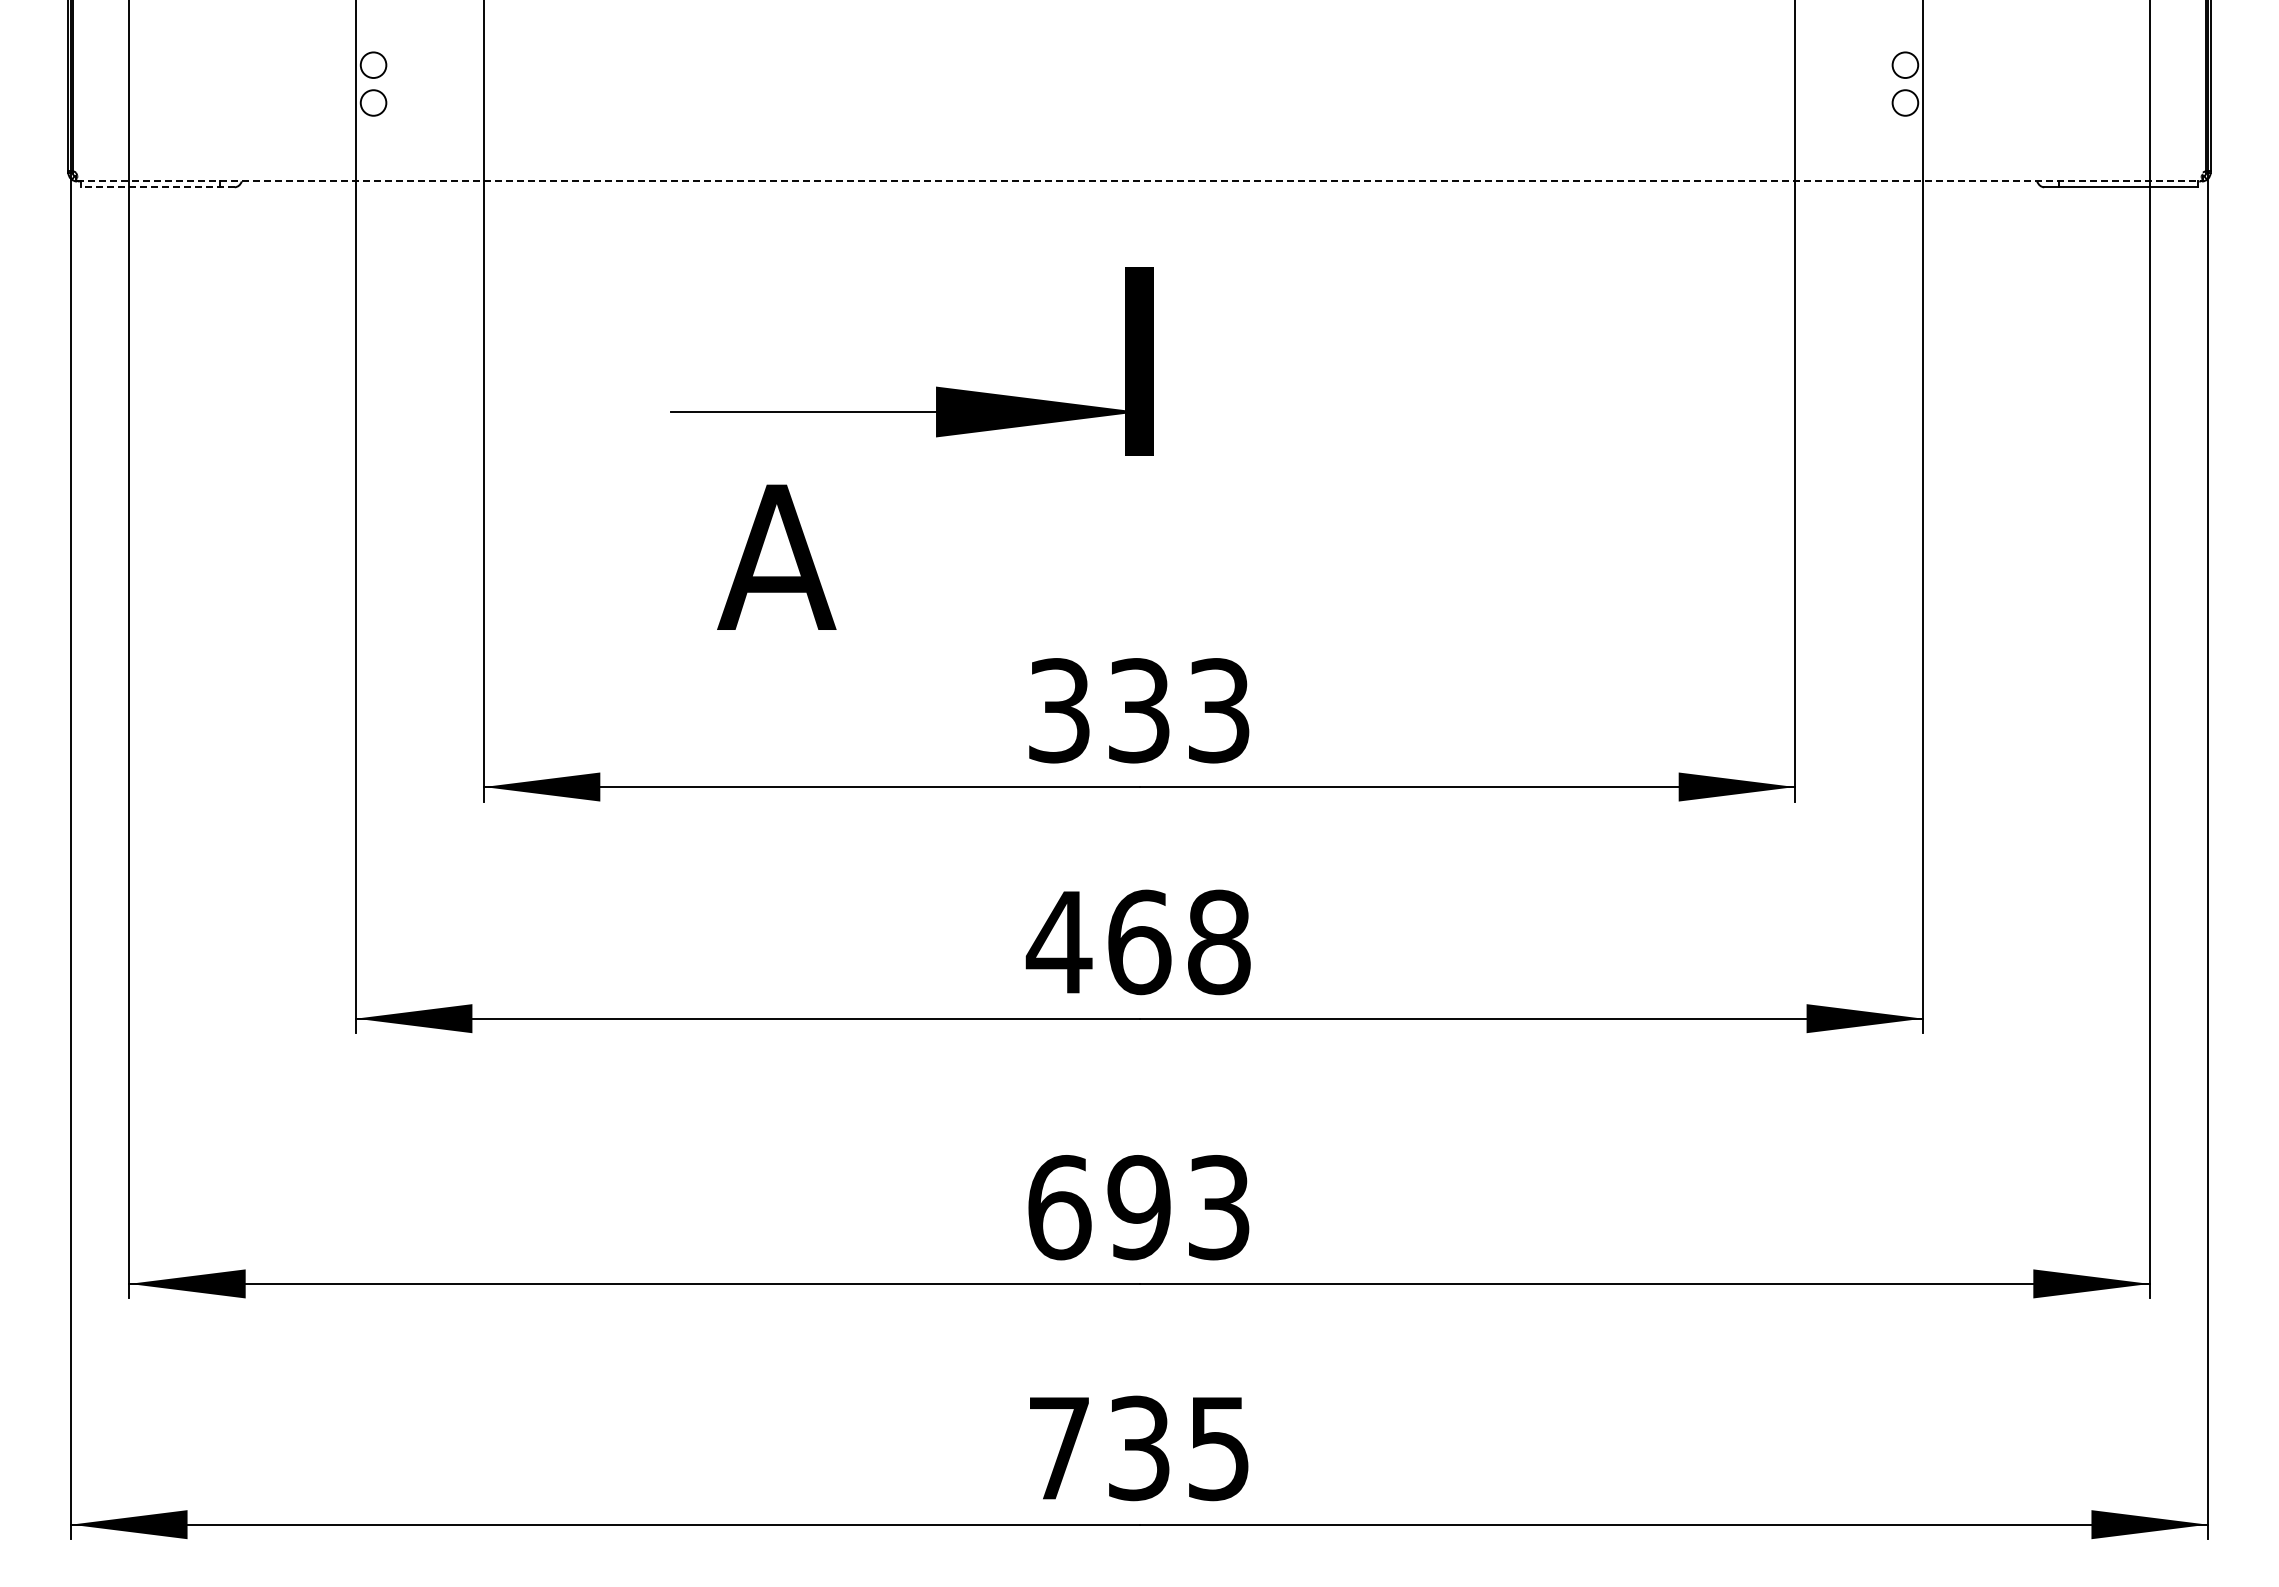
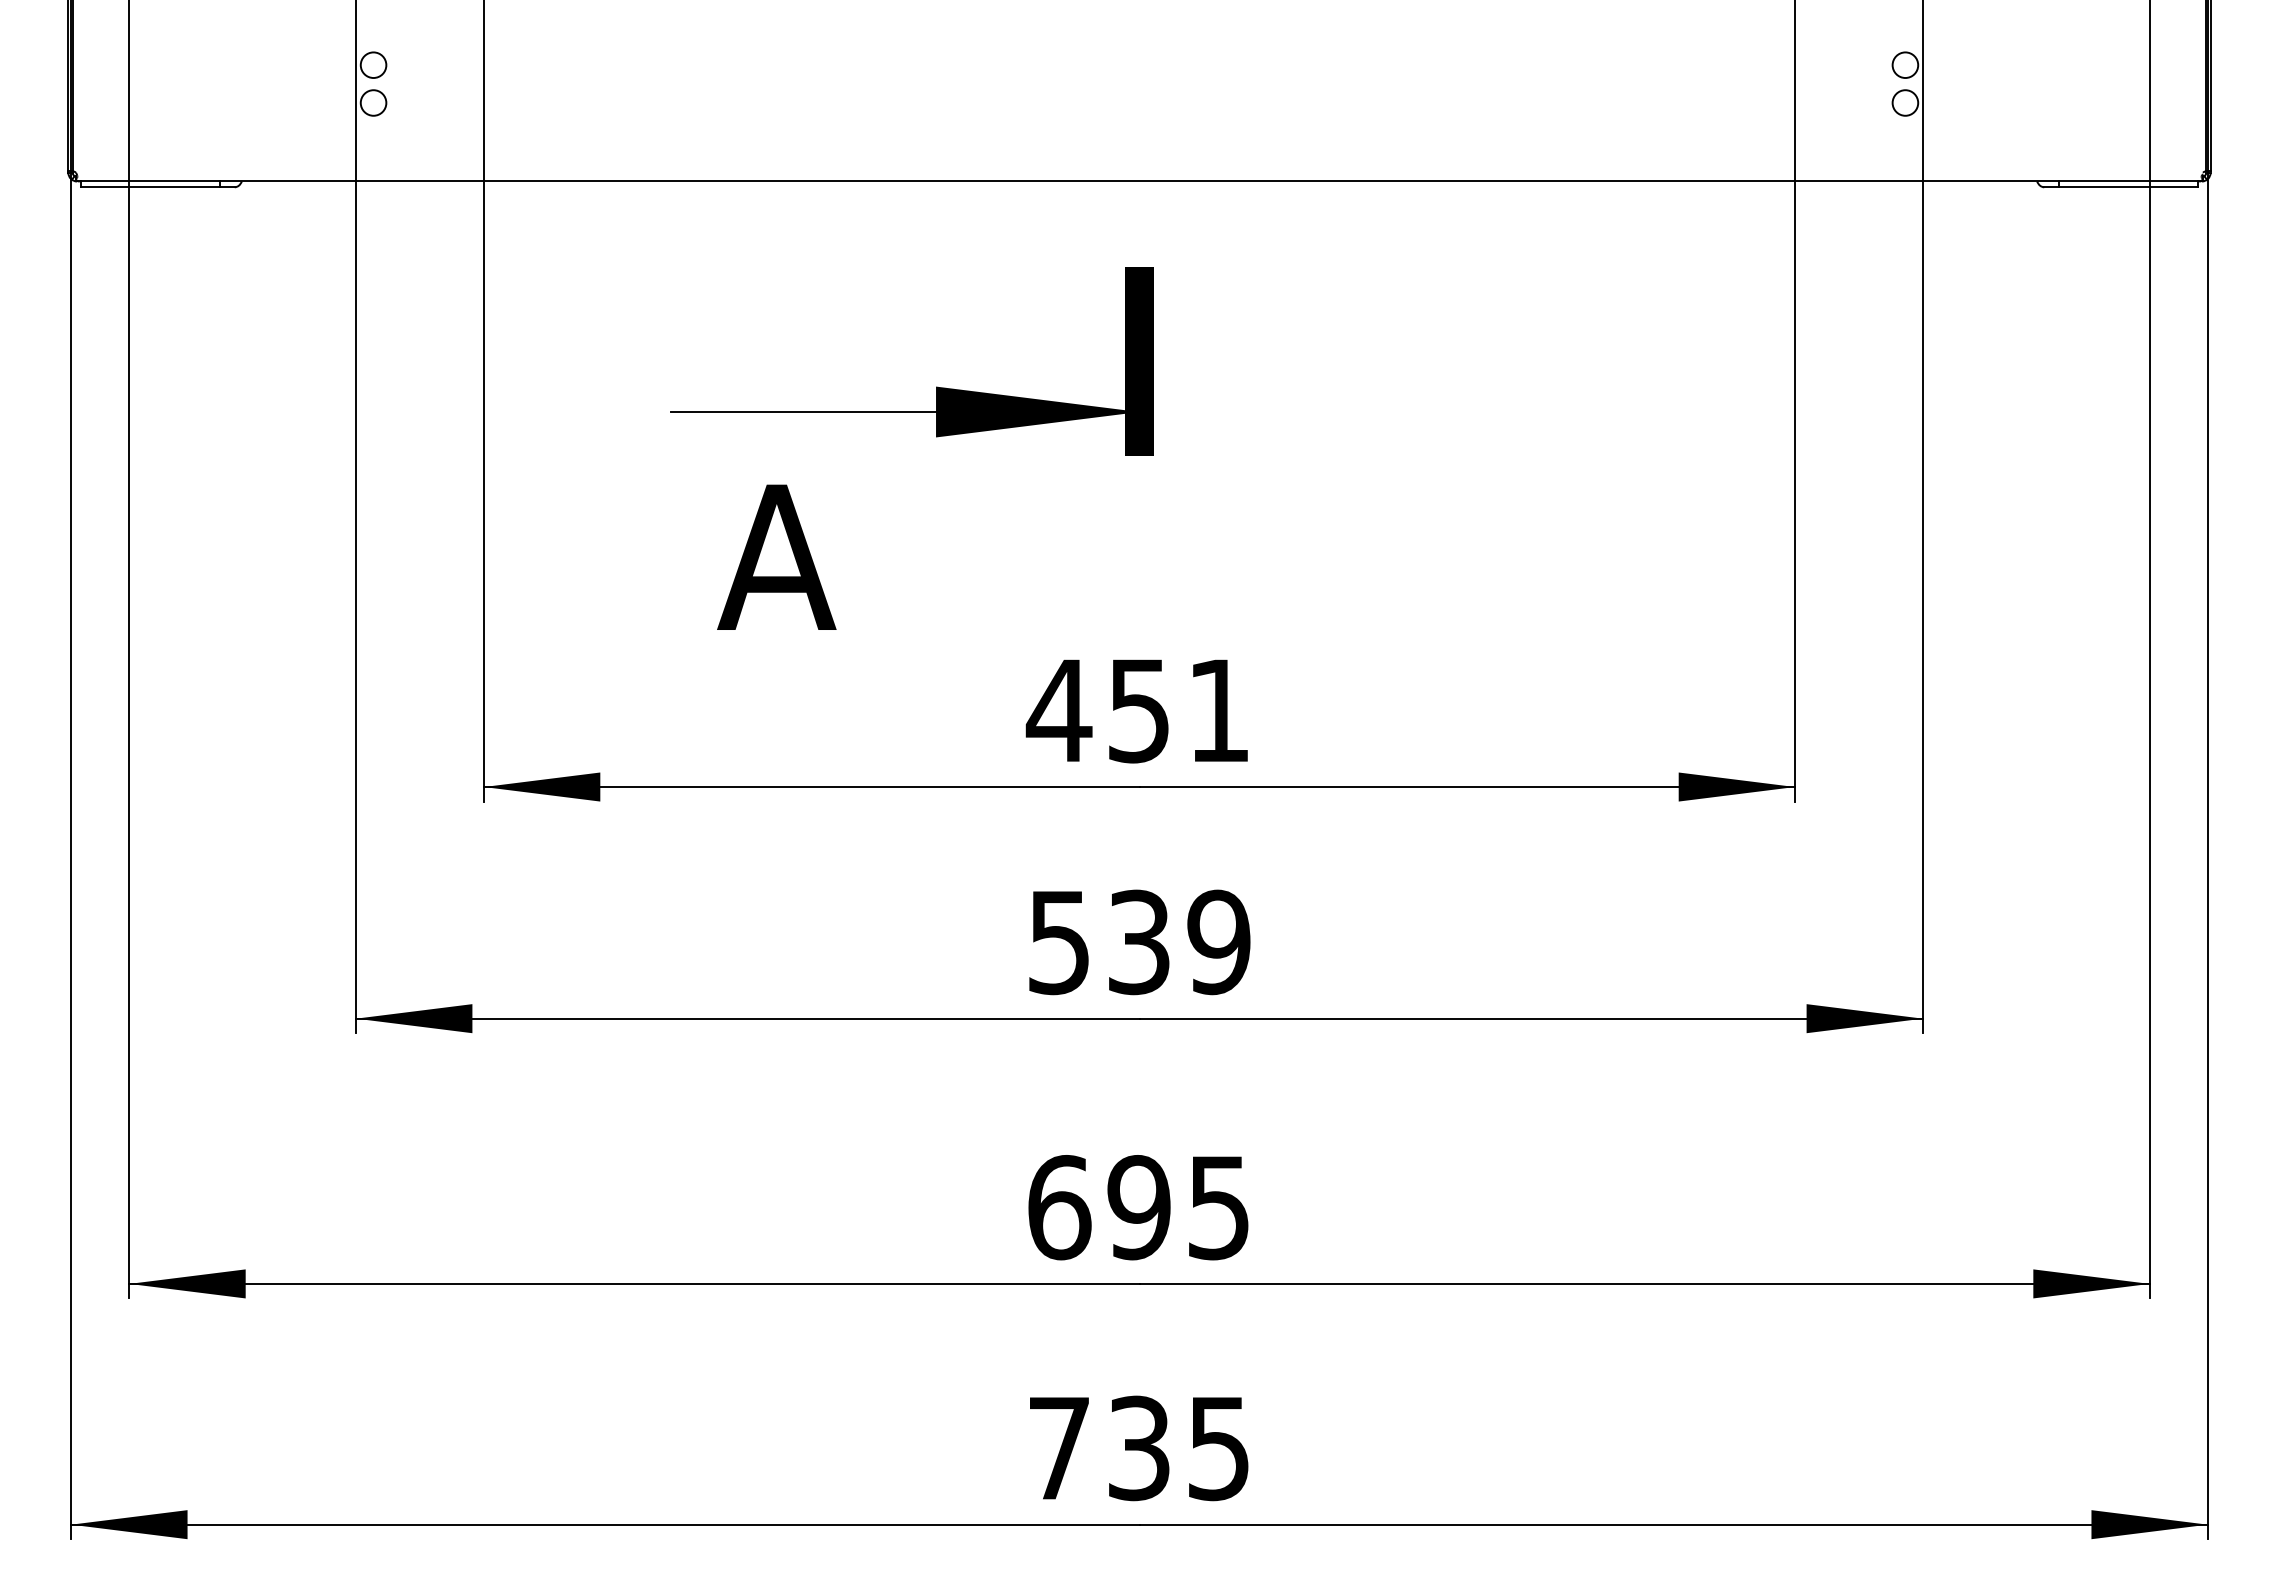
line at (1139, 181): dashed -> solid
line at (157, 187): dashed -> solid
text at (1137, 710): 333 -> 451
text at (1137, 942): 468 -> 539
text at (1219, 1207): 693 -> 695
